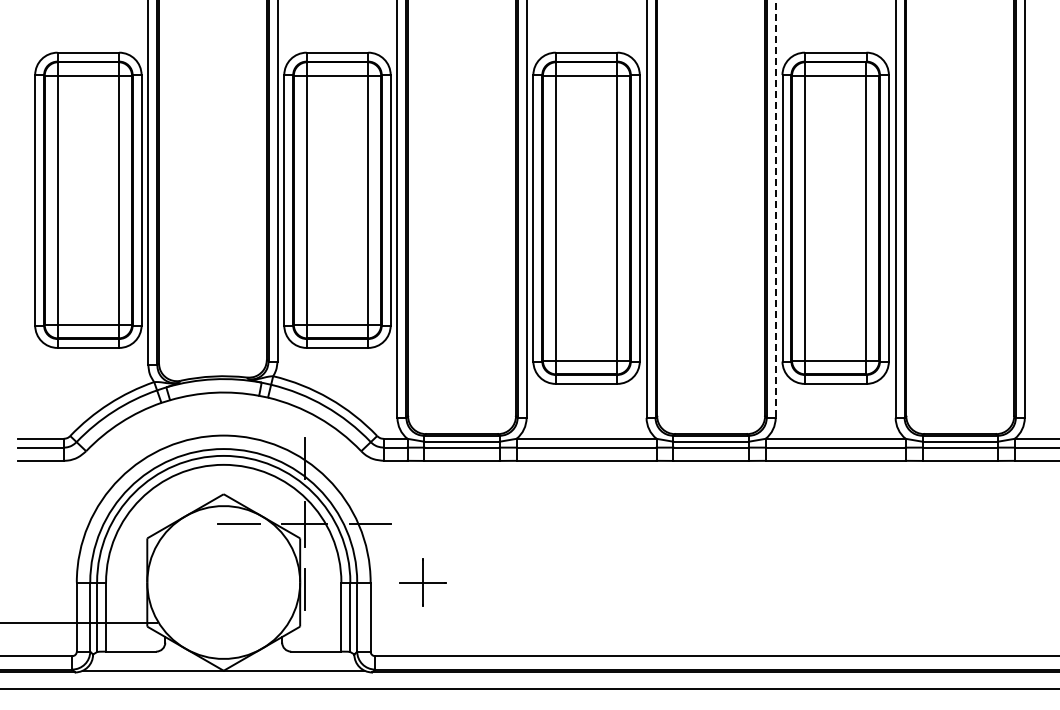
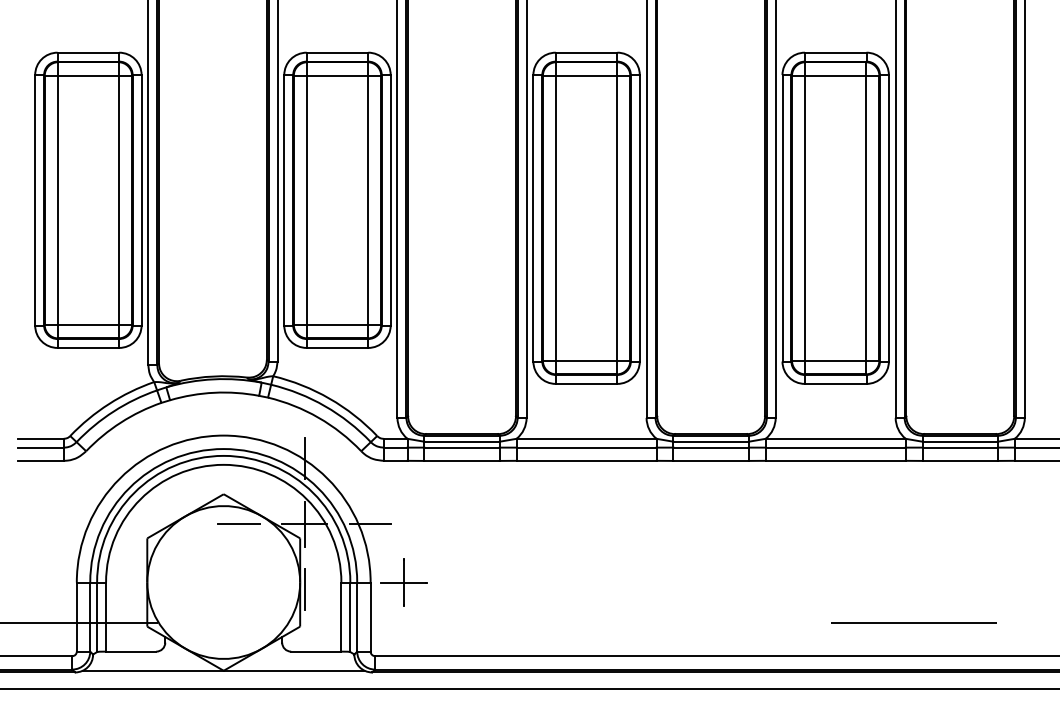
line at (775, 209): dashed -> solid
part at (422, 582) position: (422, 582) -> (403, 582)
line at (913, 623): none -> present
